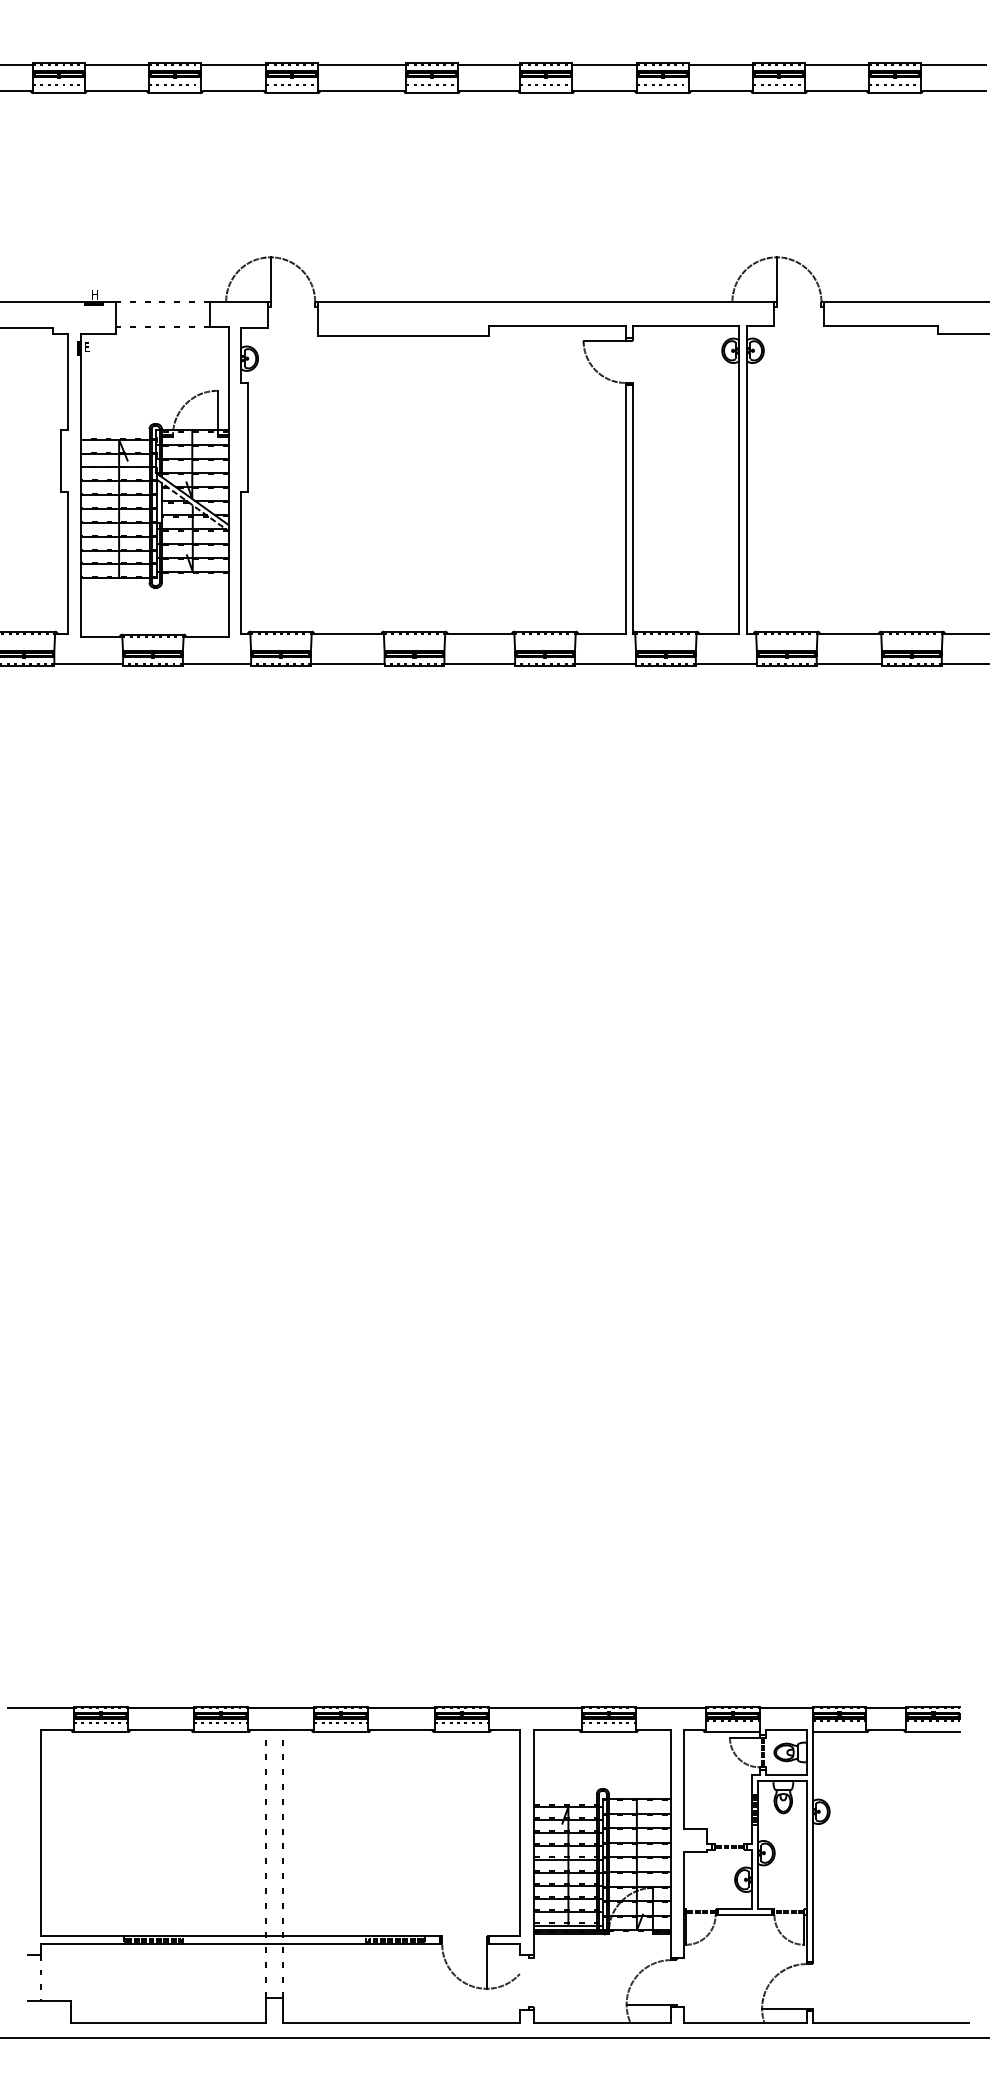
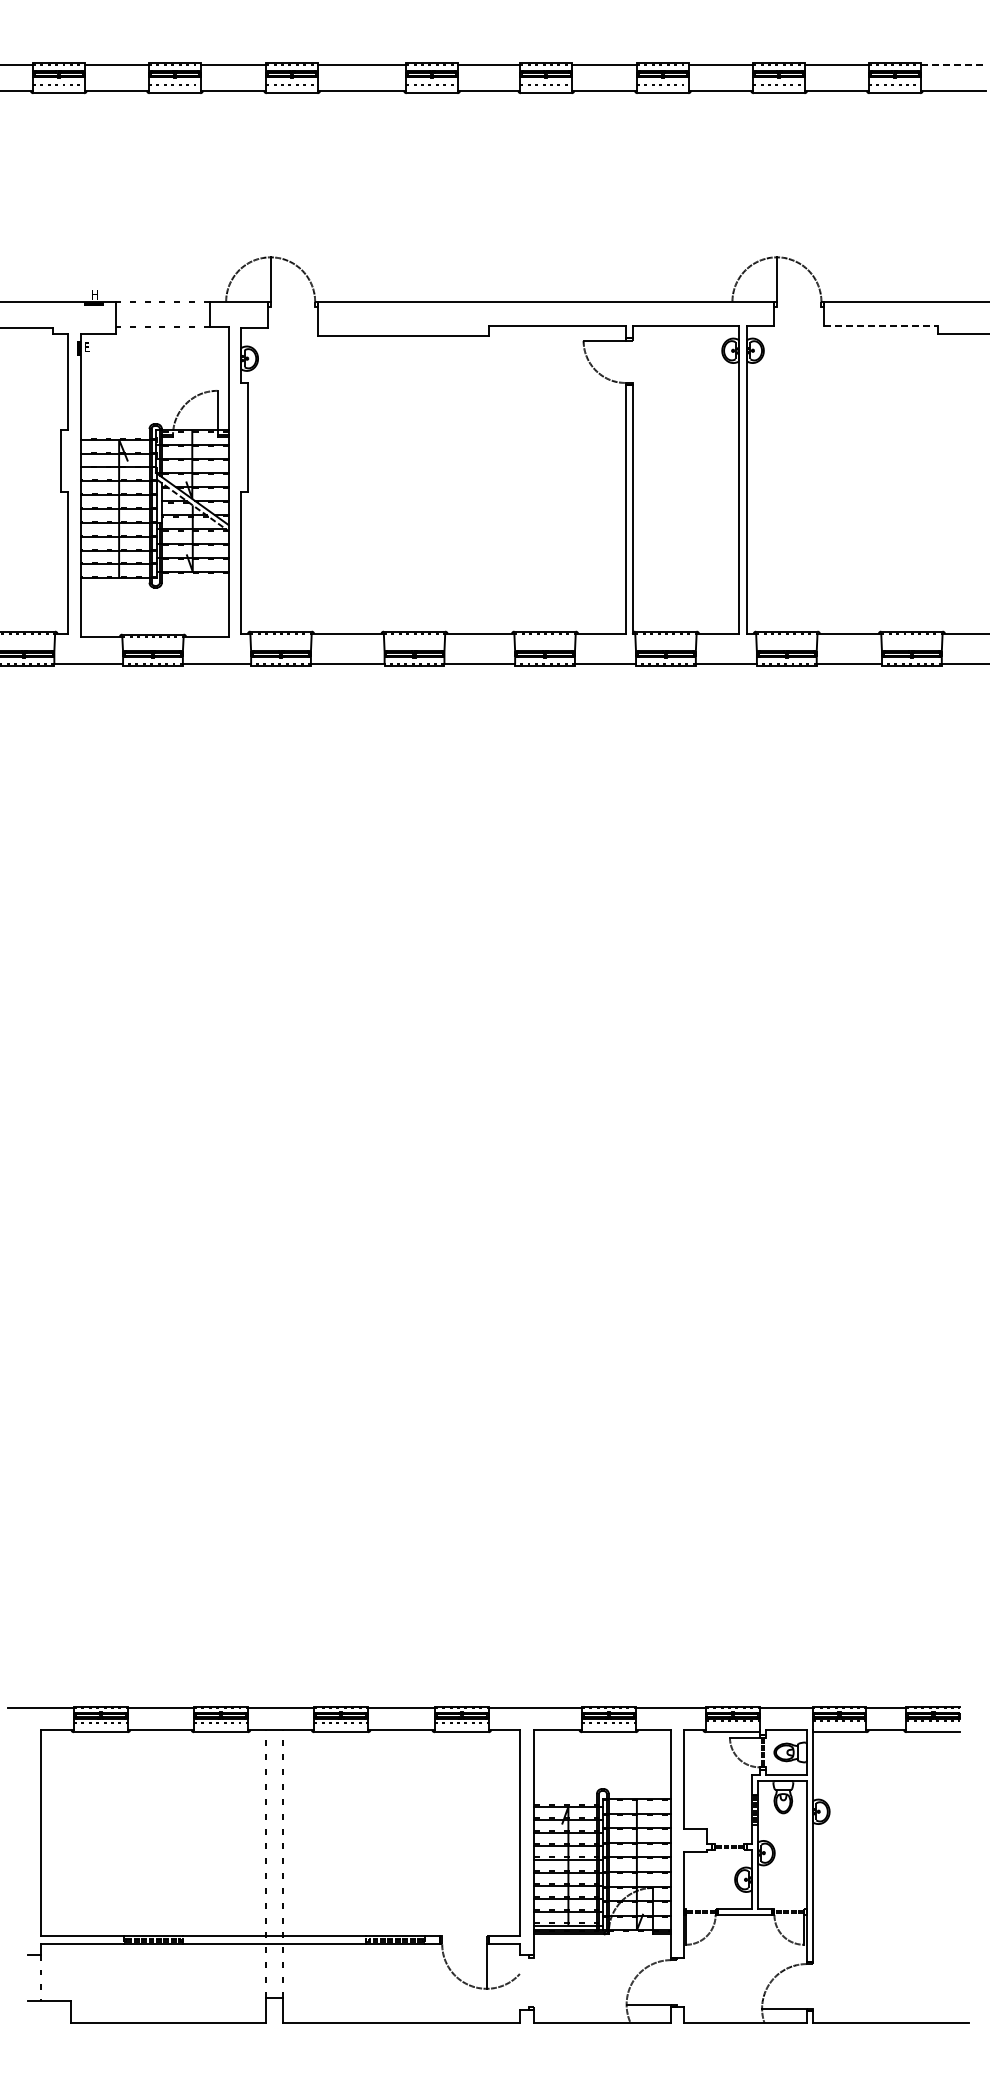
line at (953, 64): solid -> dashed
line at (881, 326): solid -> dashed
line at (494, 2038): present -> none
